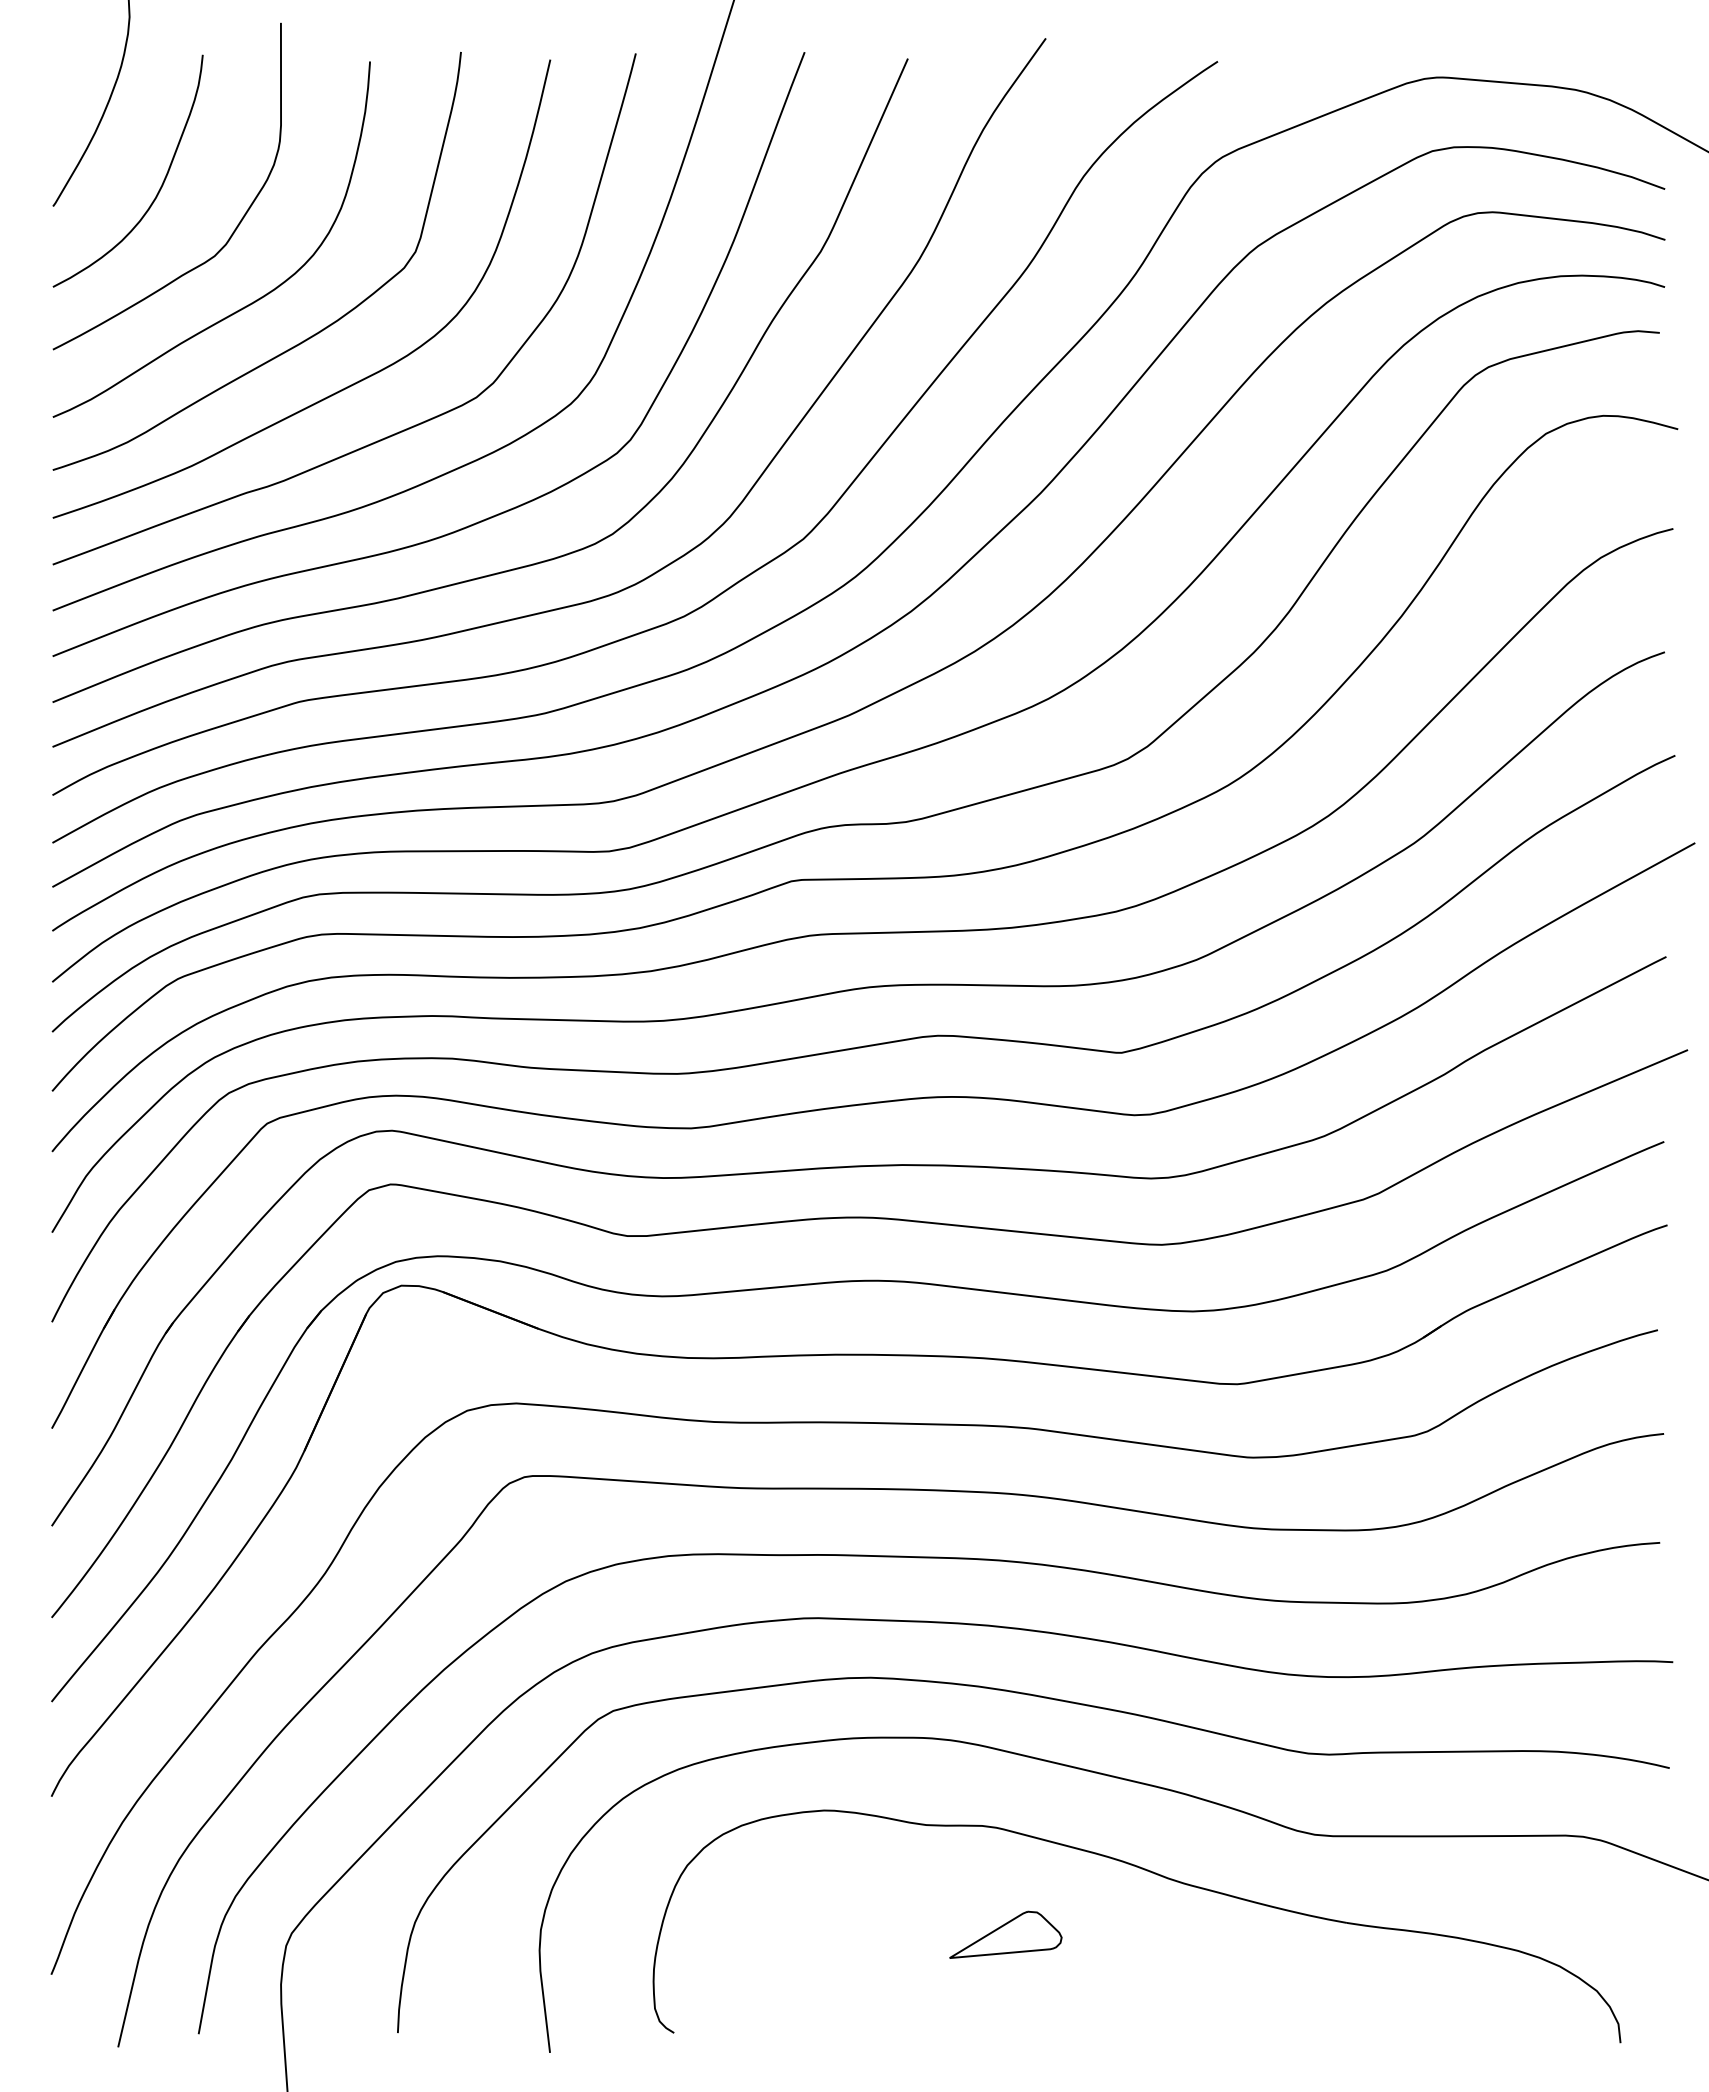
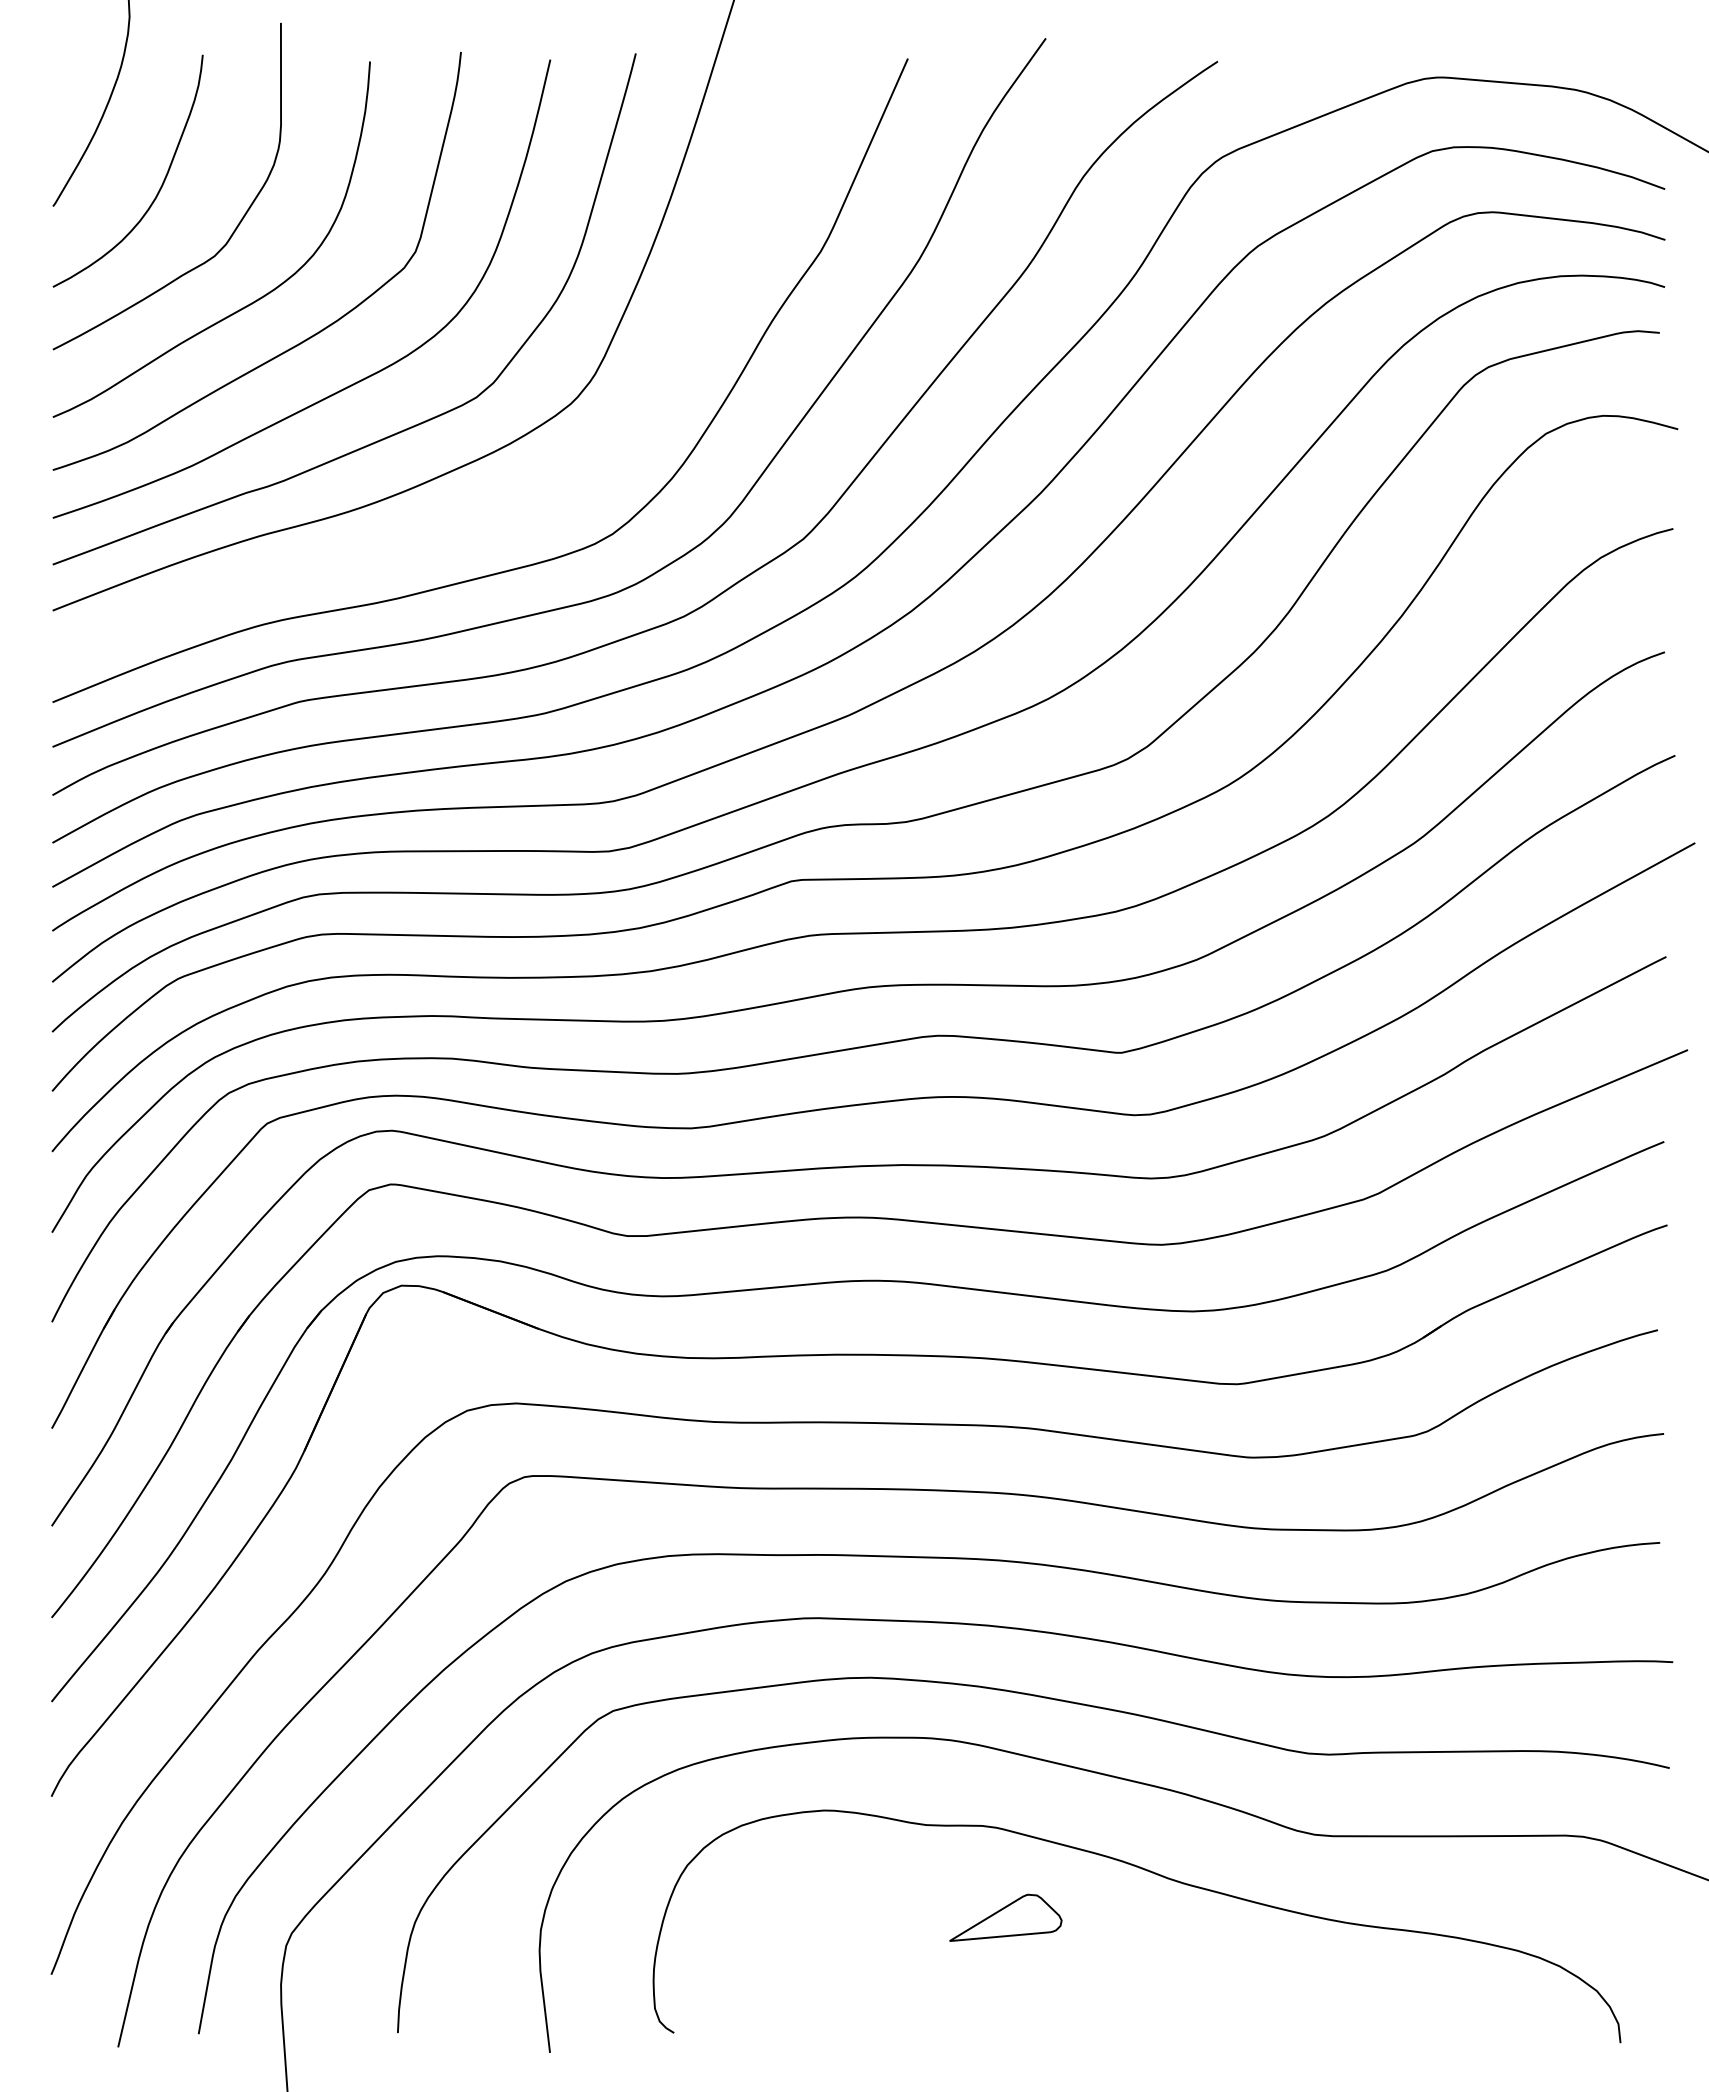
curve at (490, 516): present -> none
part at (1005, 1934) position: (1005, 1934) -> (1005, 1917)
